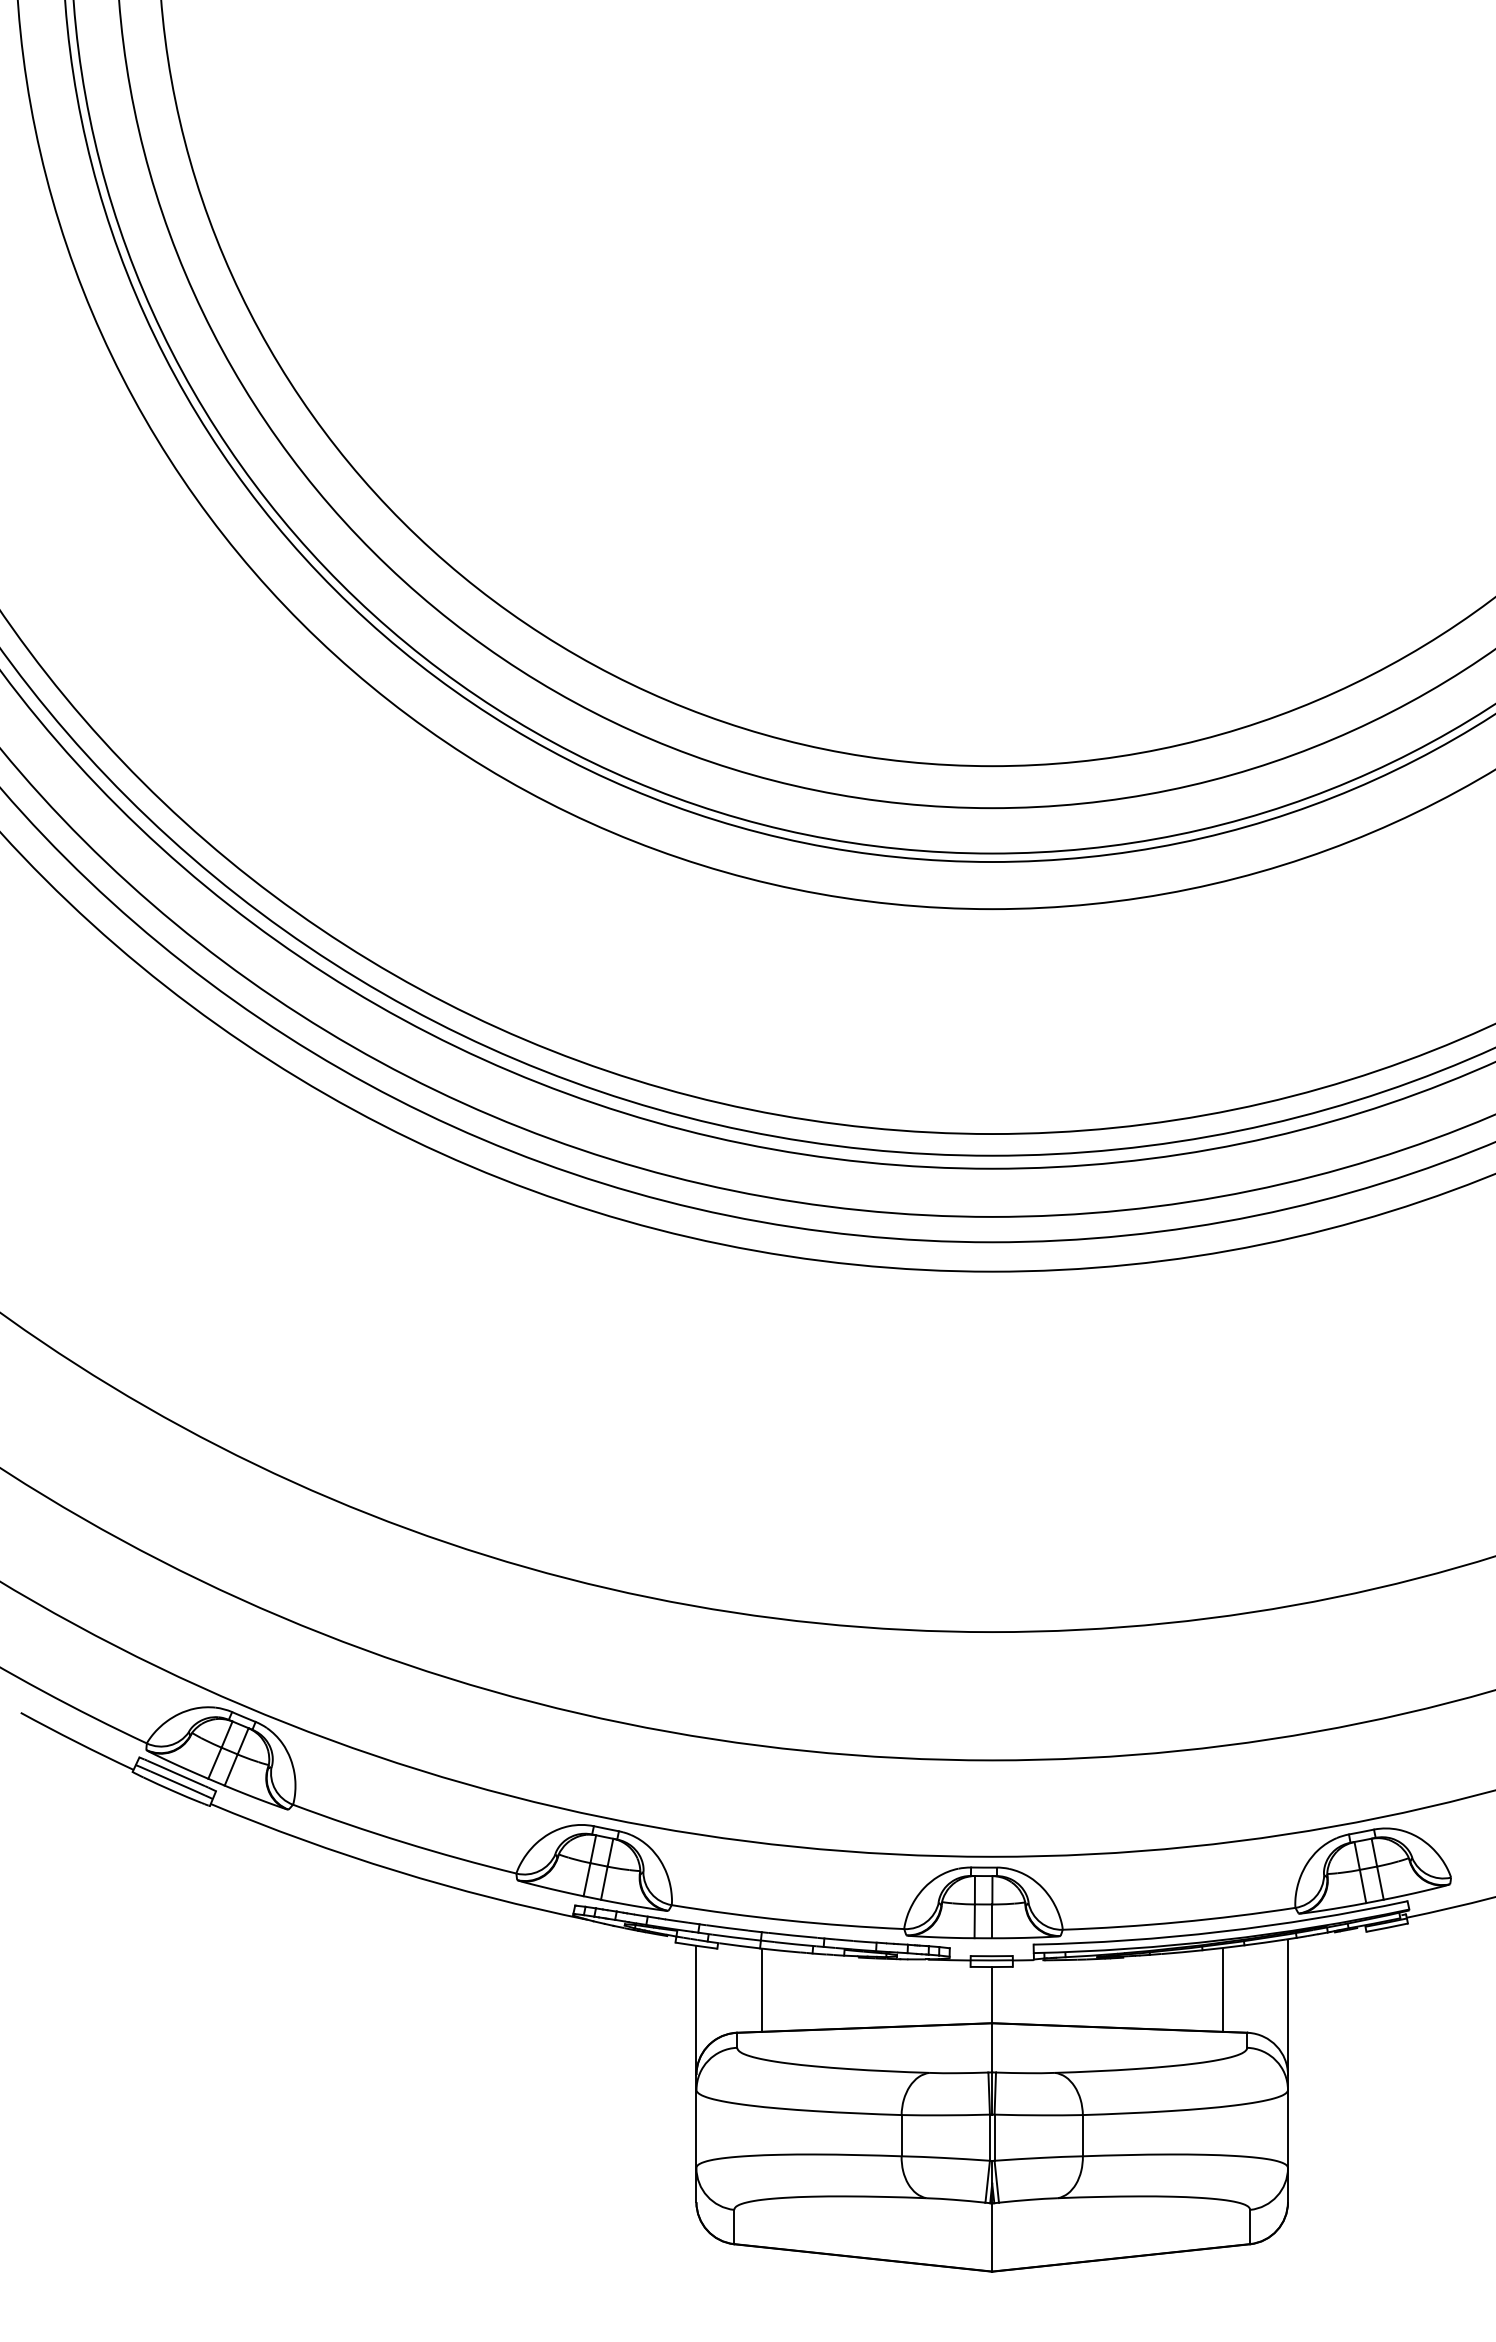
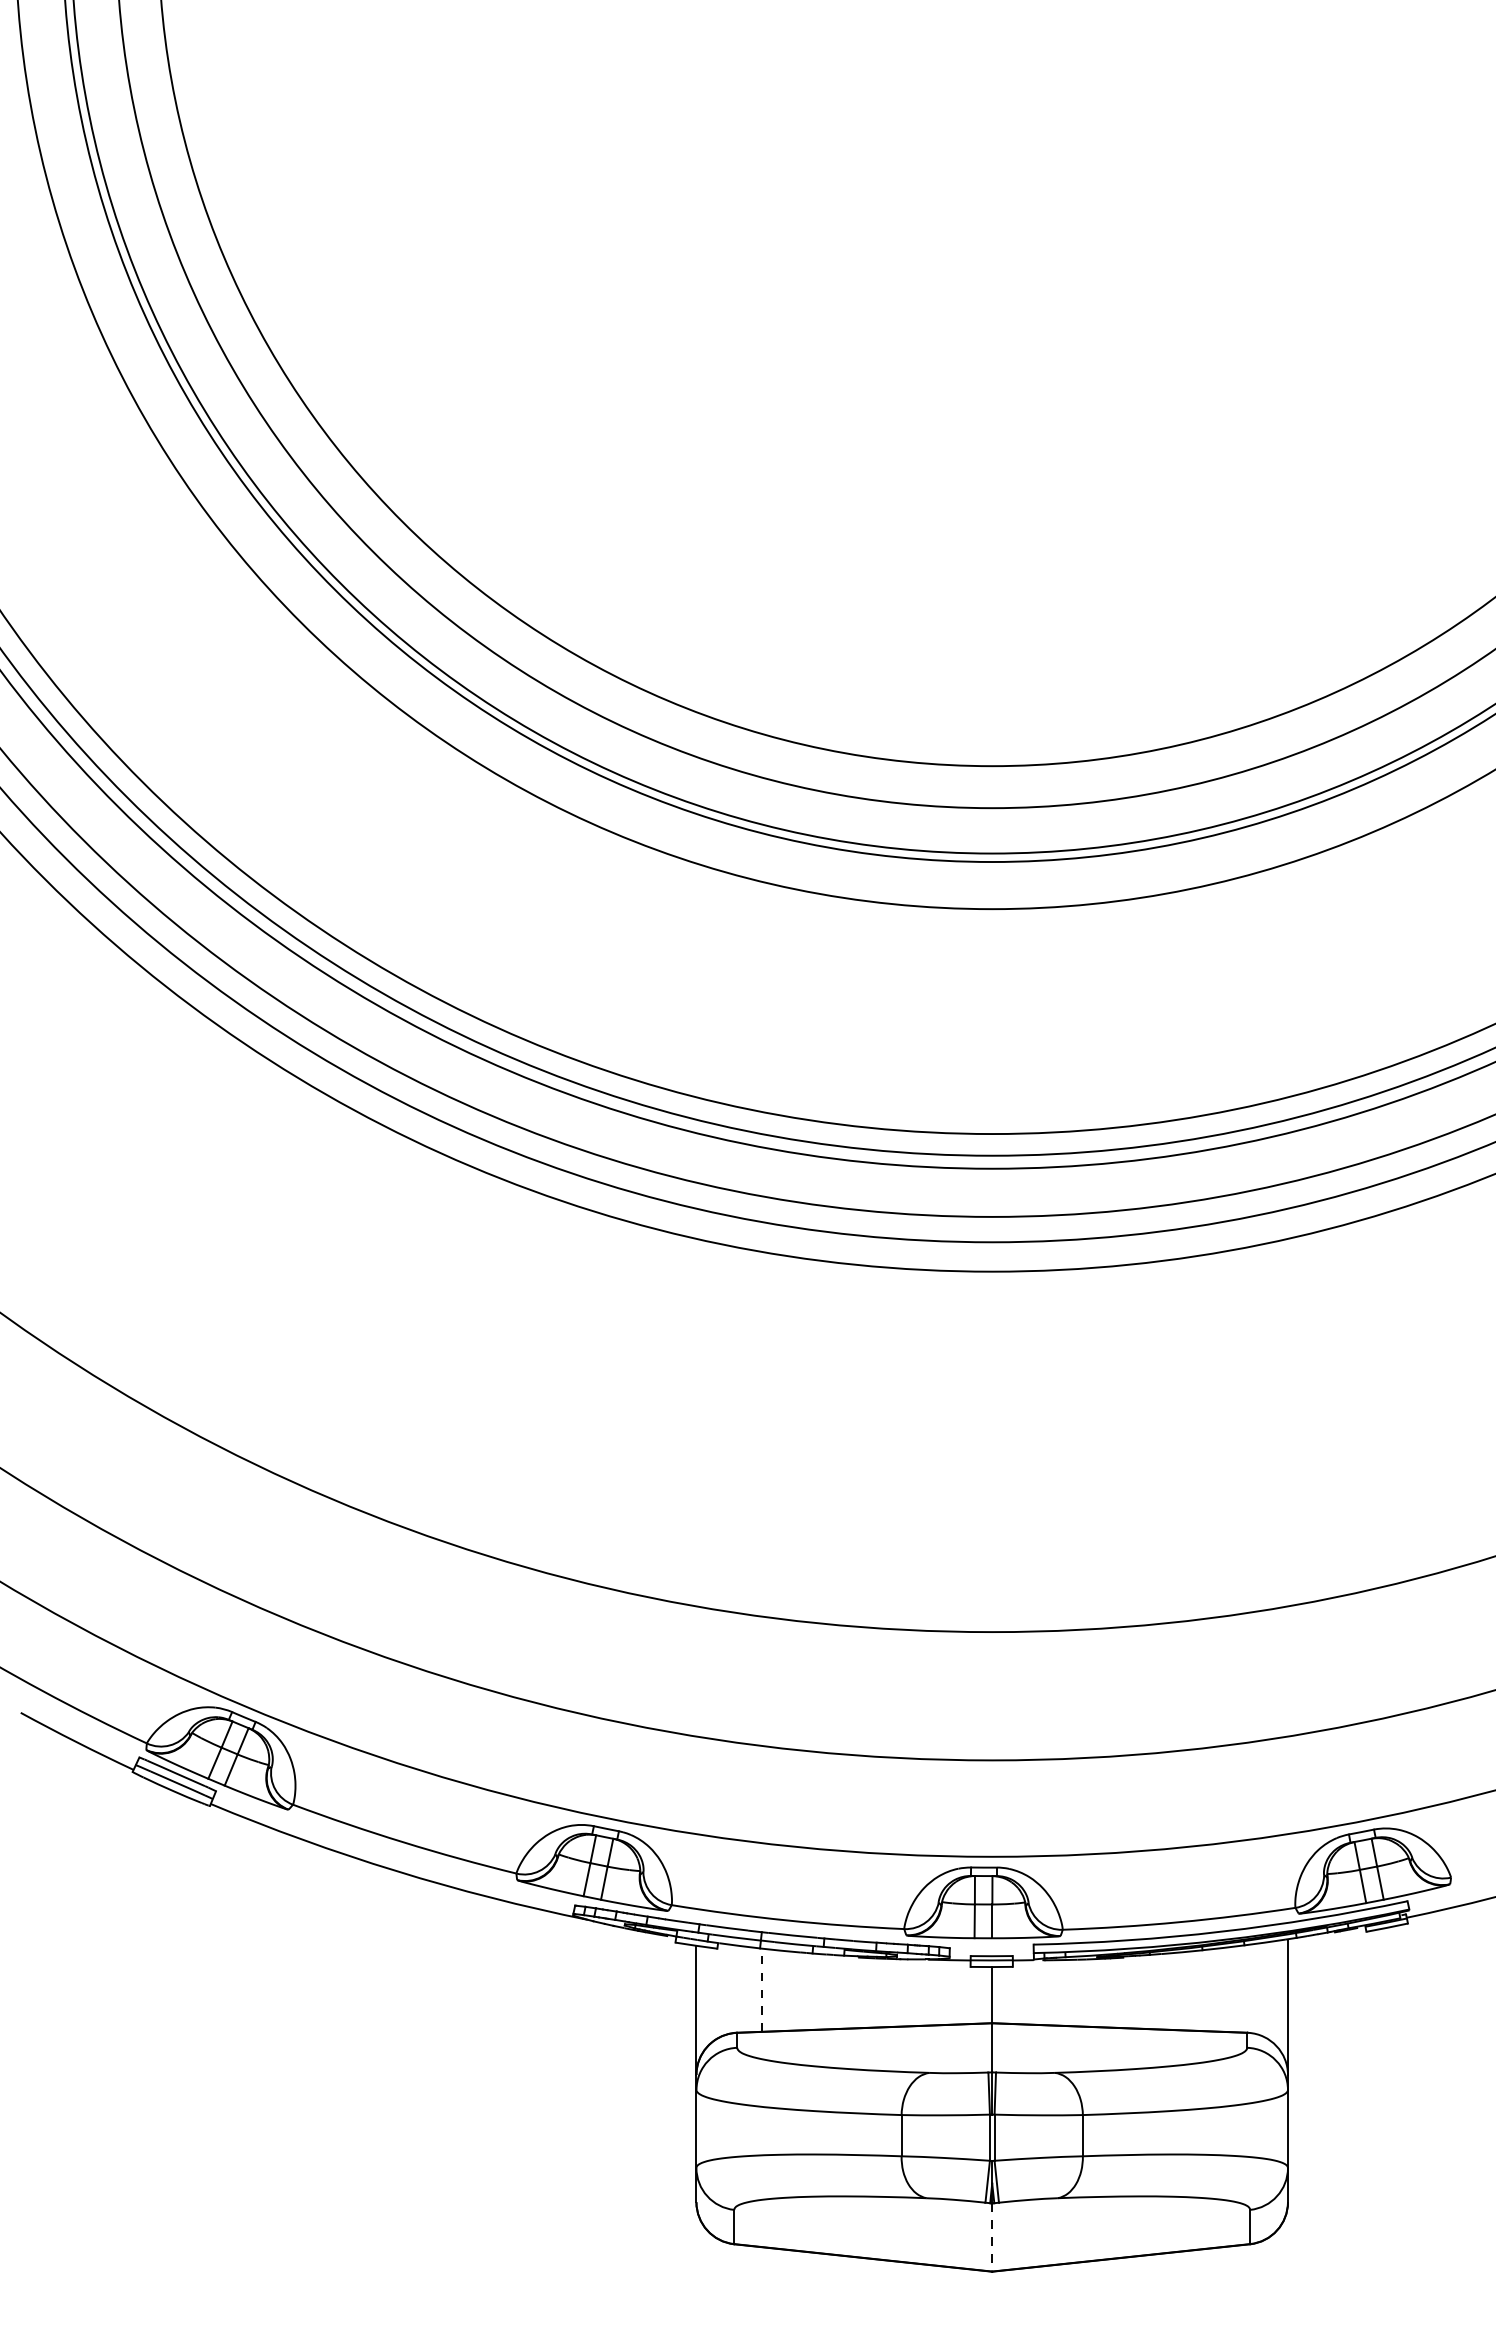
line at (1222, 1989): present -> none
line at (761, 1990): solid -> dashed
line at (992, 2238): solid -> dashed
